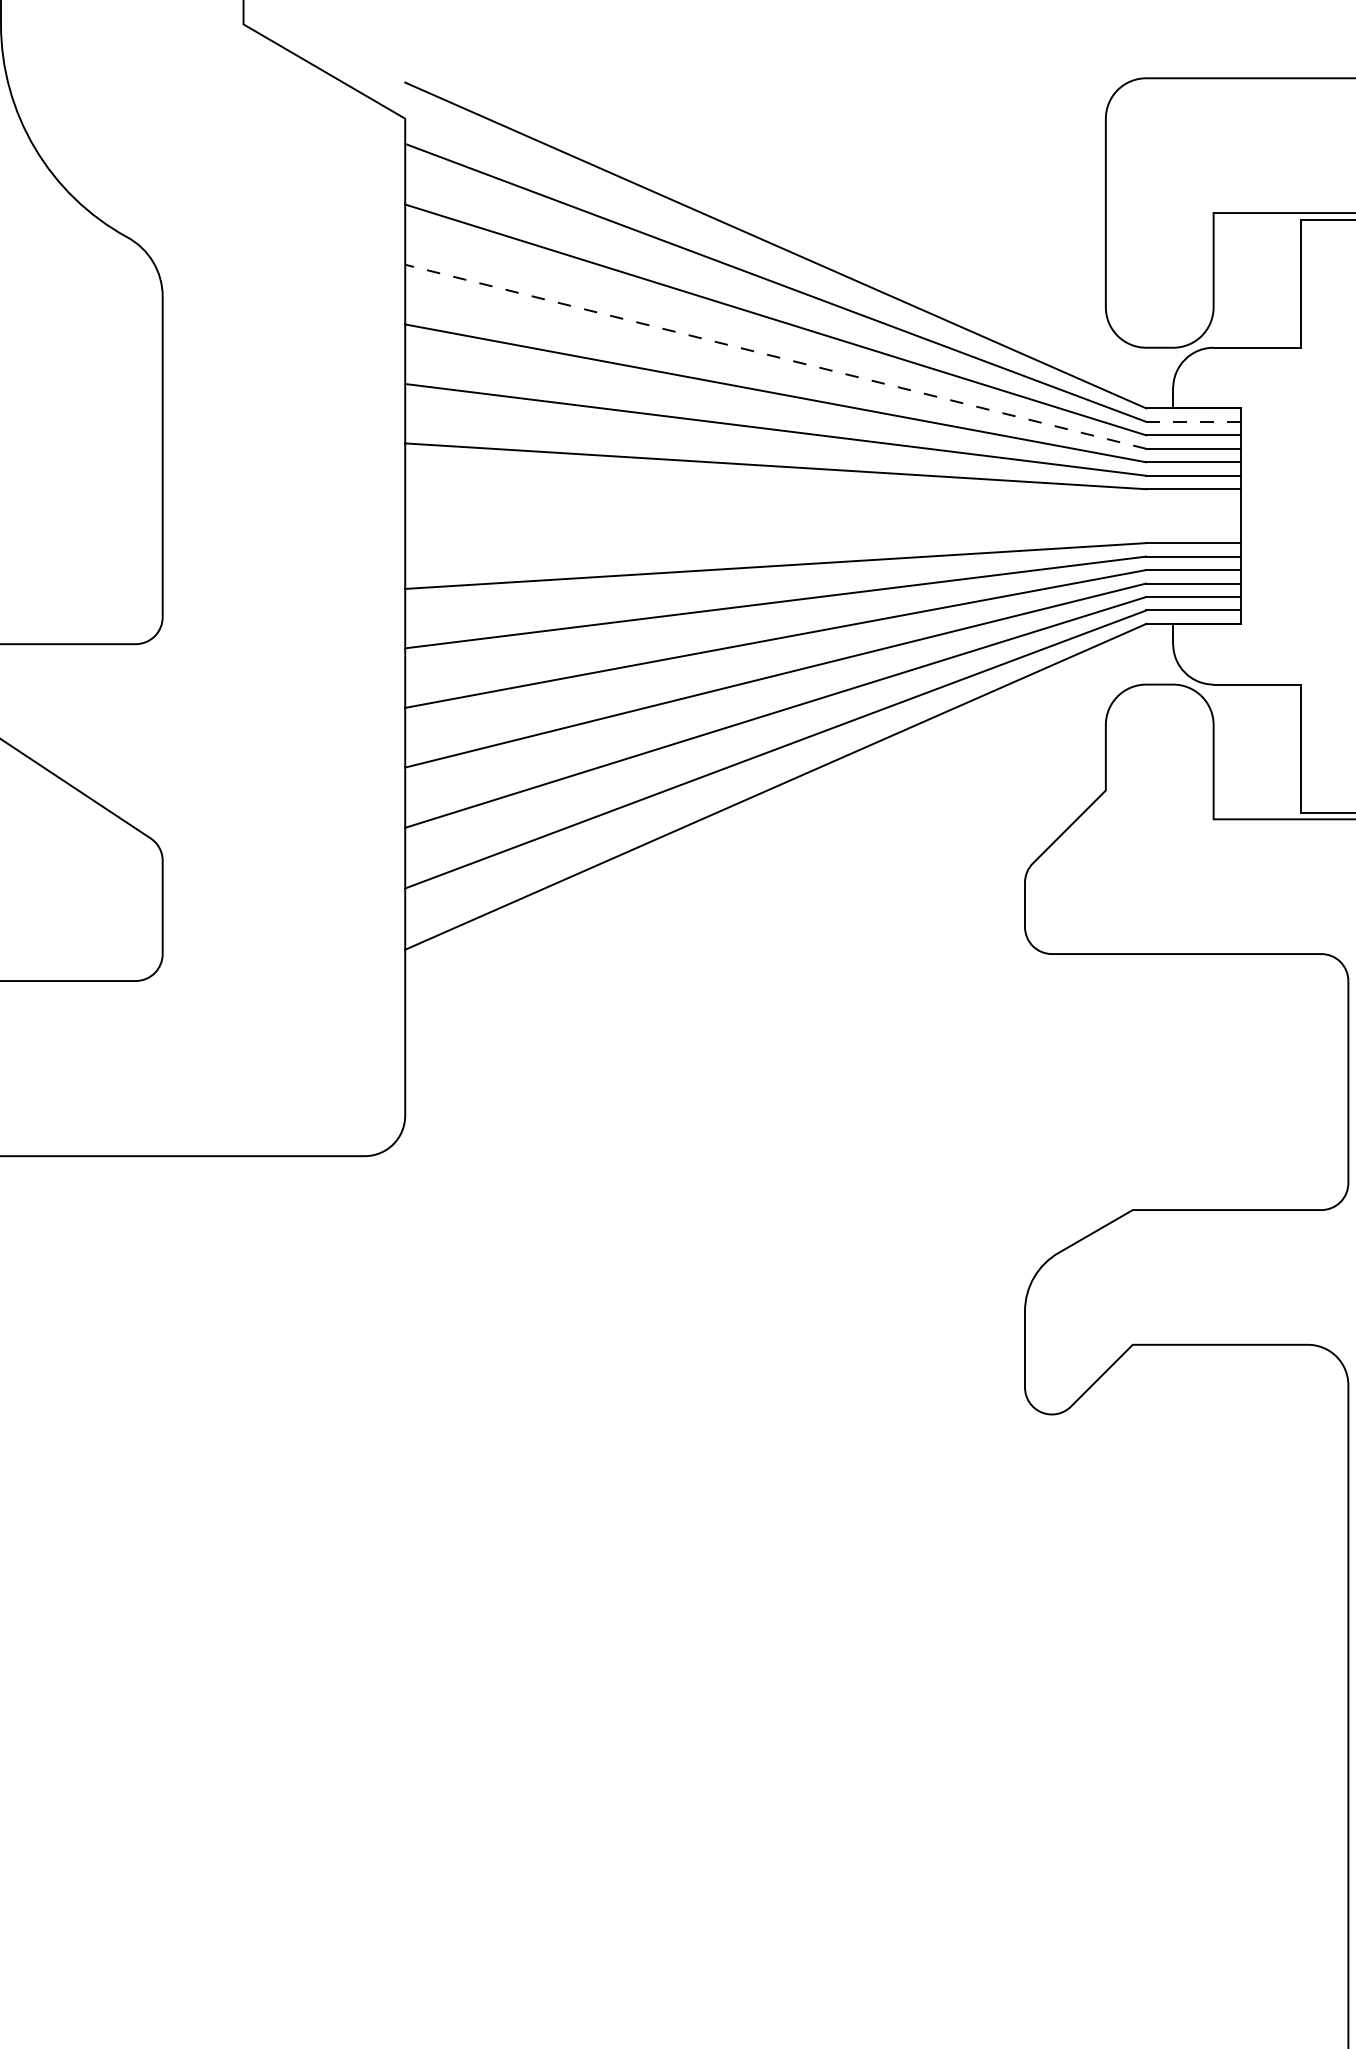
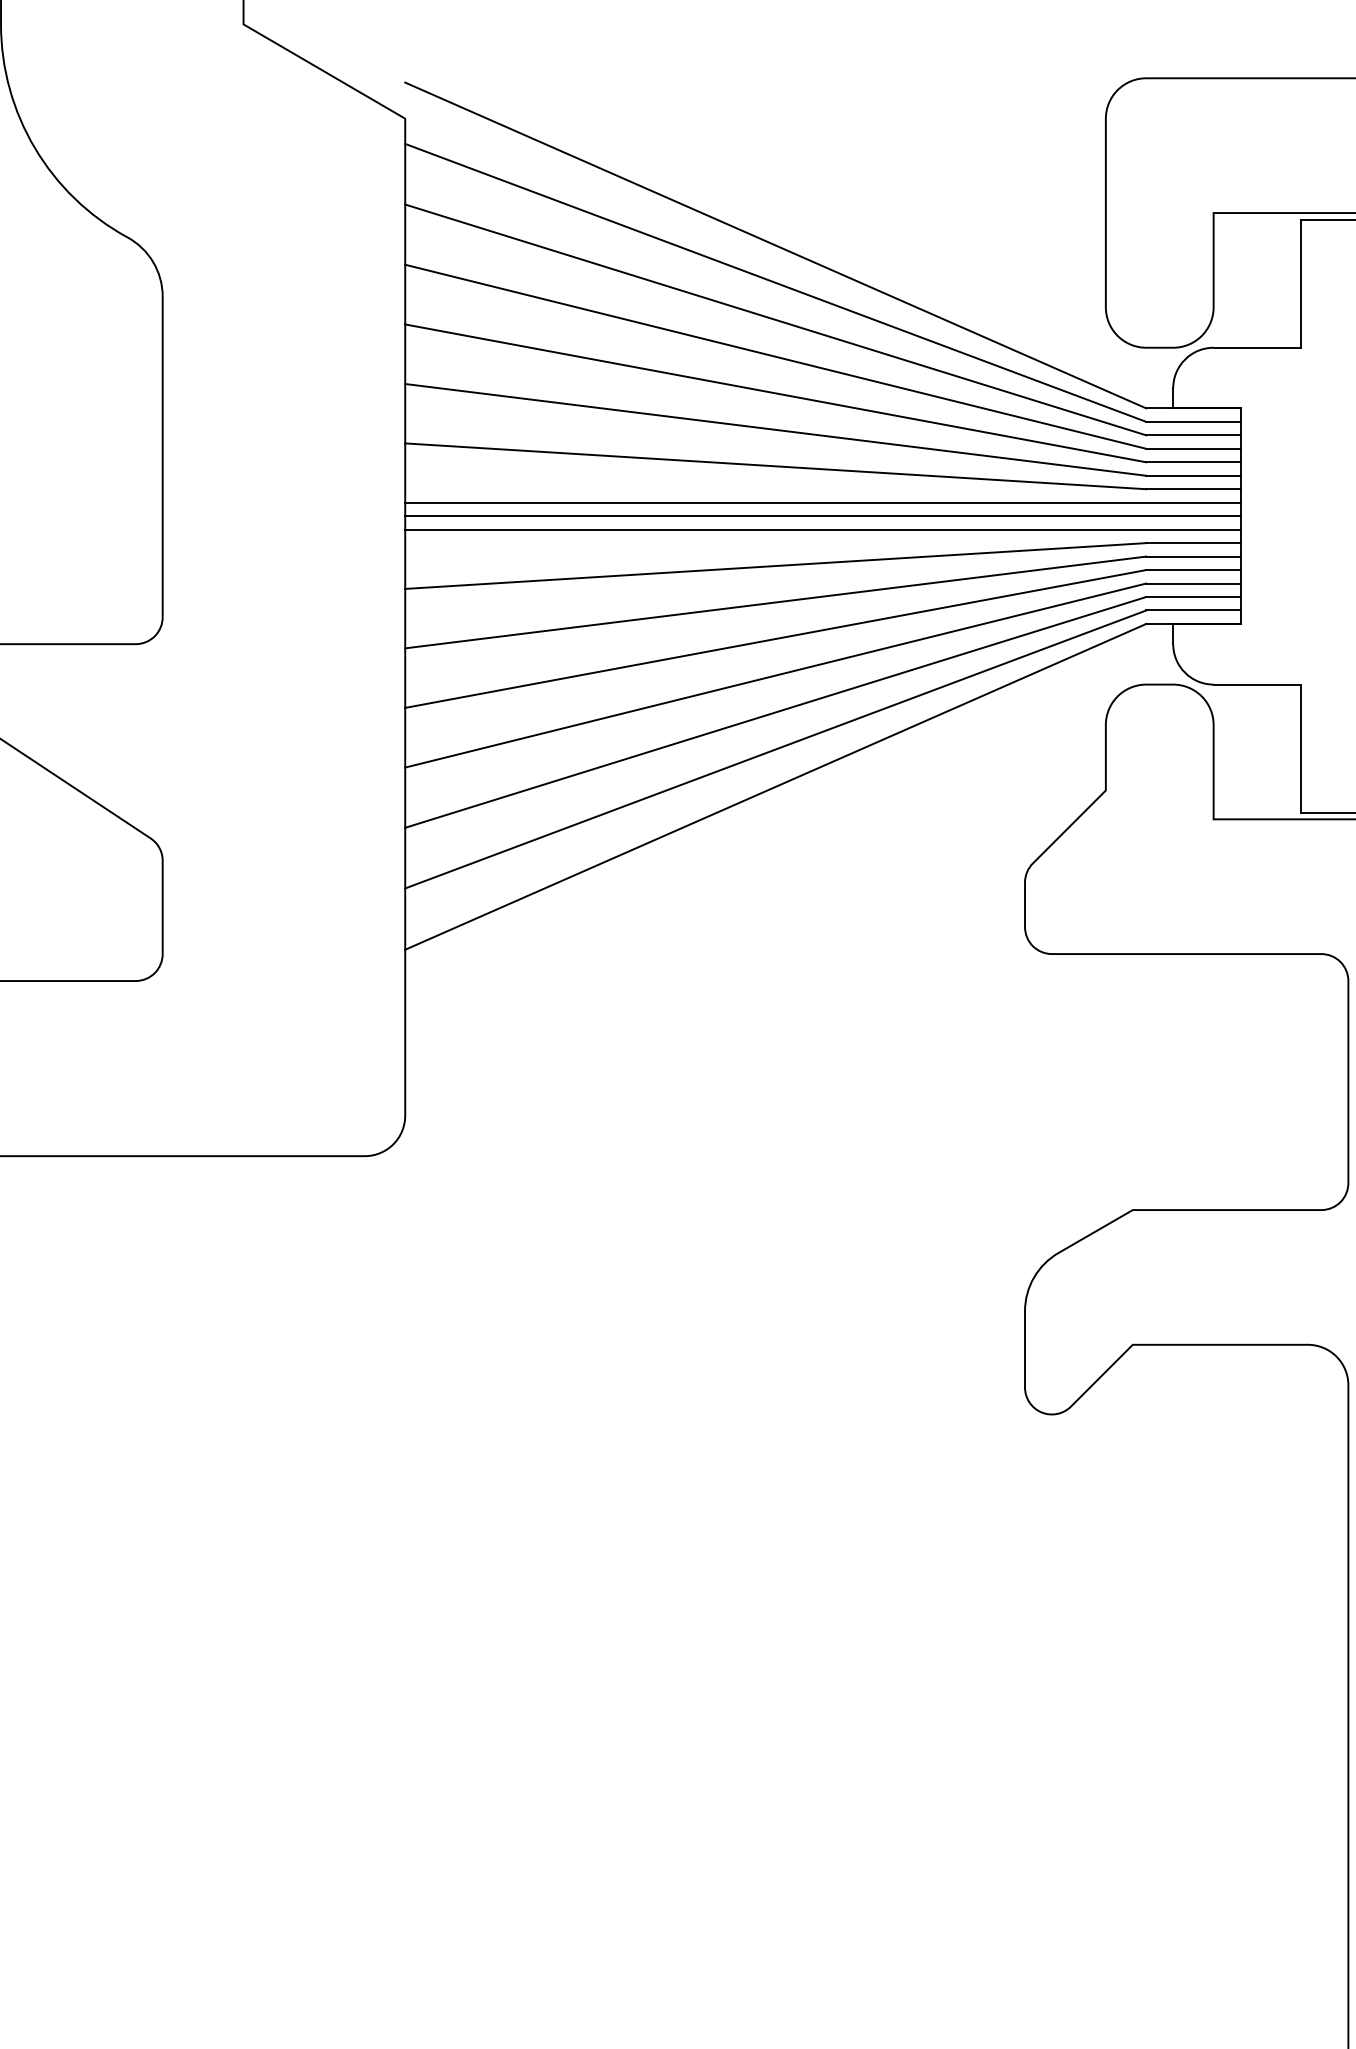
line at (775, 356): dashed -> solid
line at (1192, 421): dashed -> solid
line at (822, 502): none -> present
line at (822, 516): none -> present
line at (822, 529): none -> present
